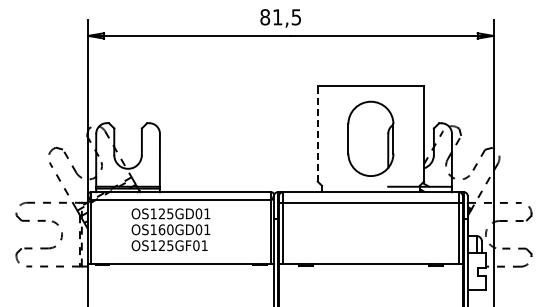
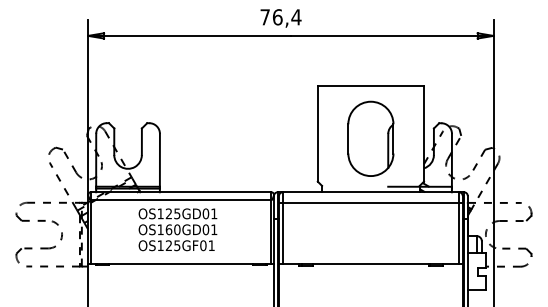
text at (280, 17): 81,5 -> 76,4
line at (317, 133): dashed -> solid
text at (170, 229) position: (170, 229) -> (177, 229)
